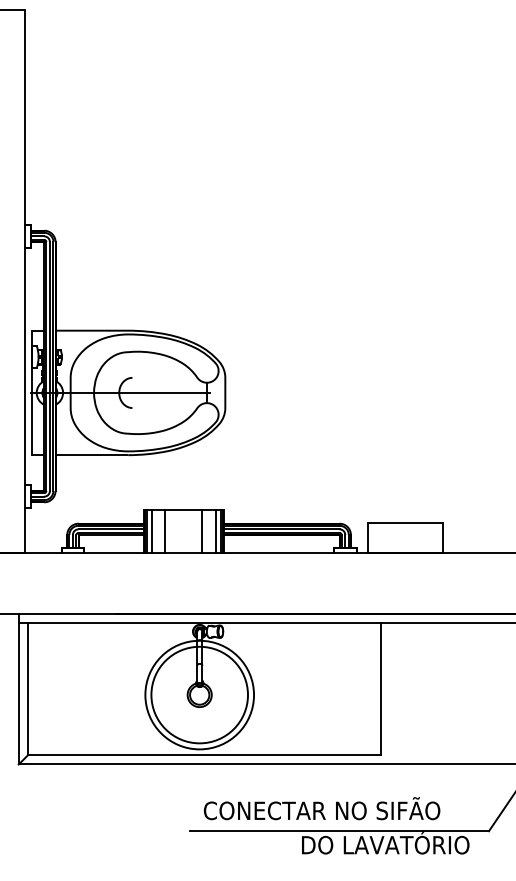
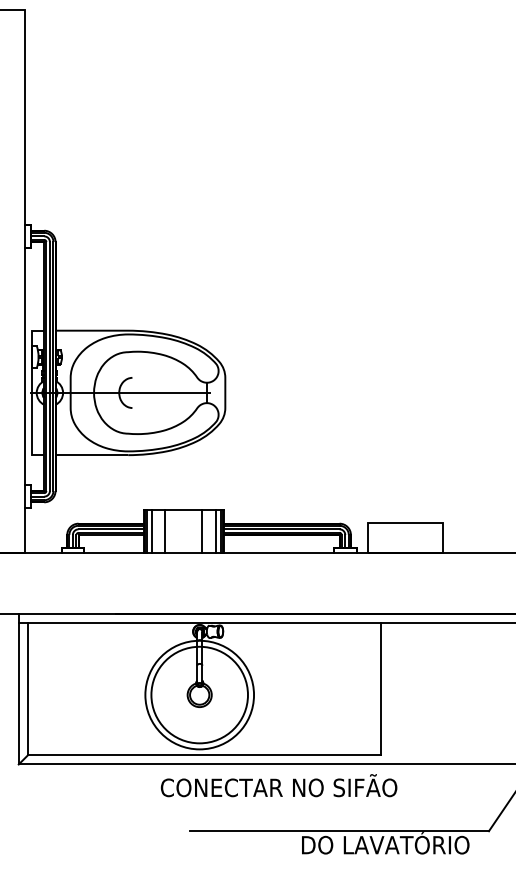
text at (321, 808) position: (321, 808) -> (278, 785)
